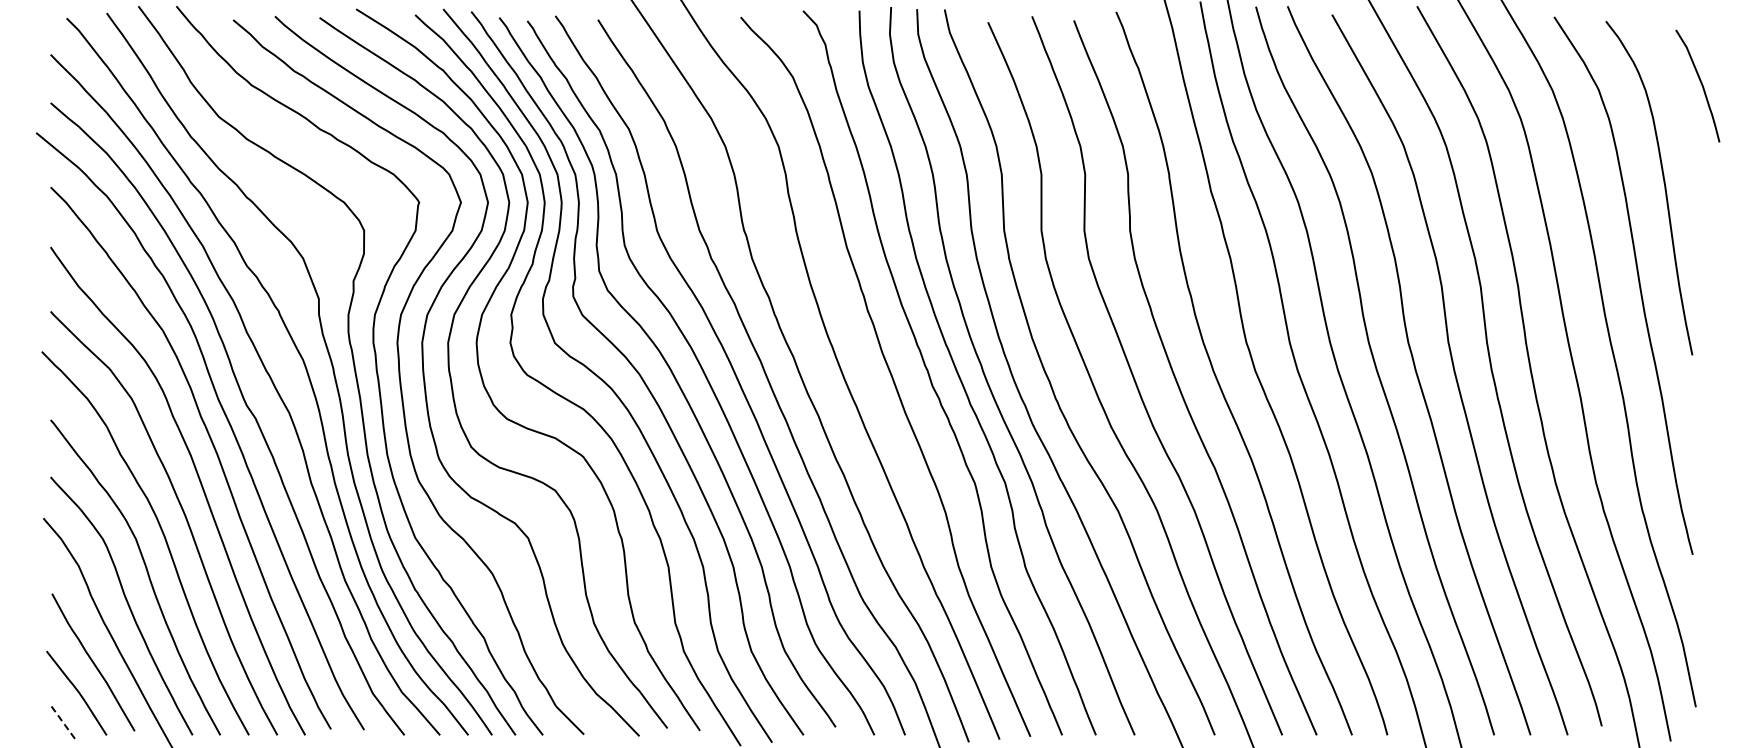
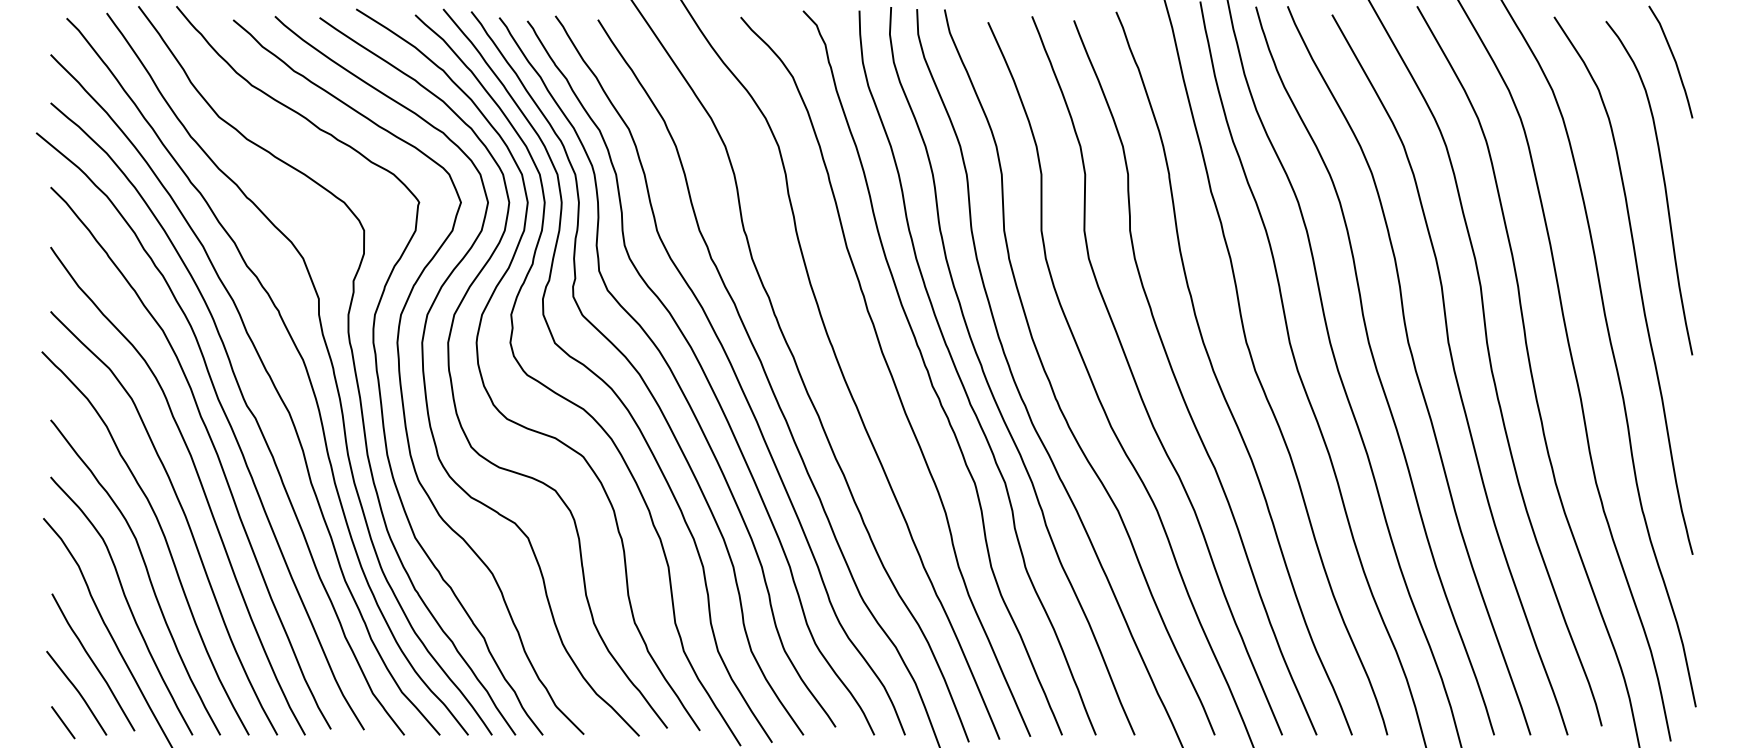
curve at (1700, 83) position: (1700, 83) -> (1673, 59)
line at (63, 723): dashed -> solid
